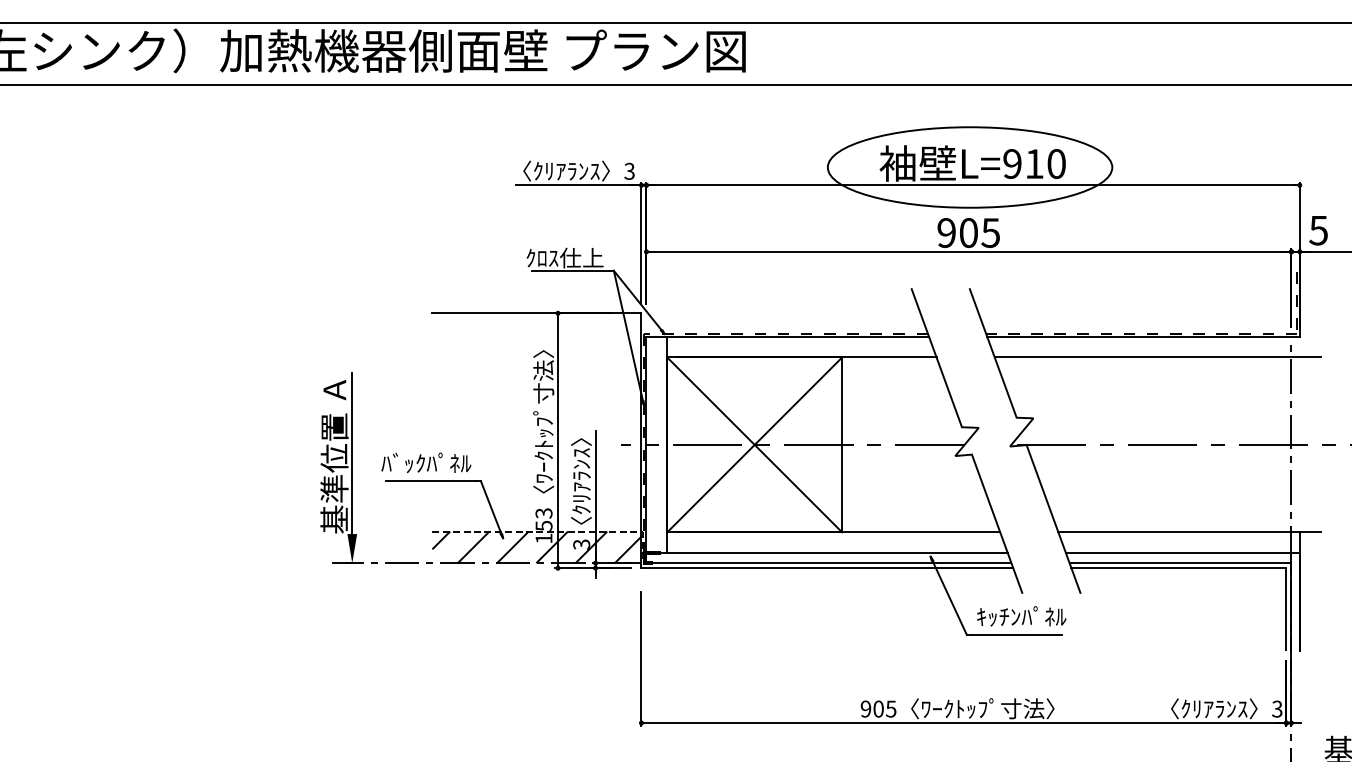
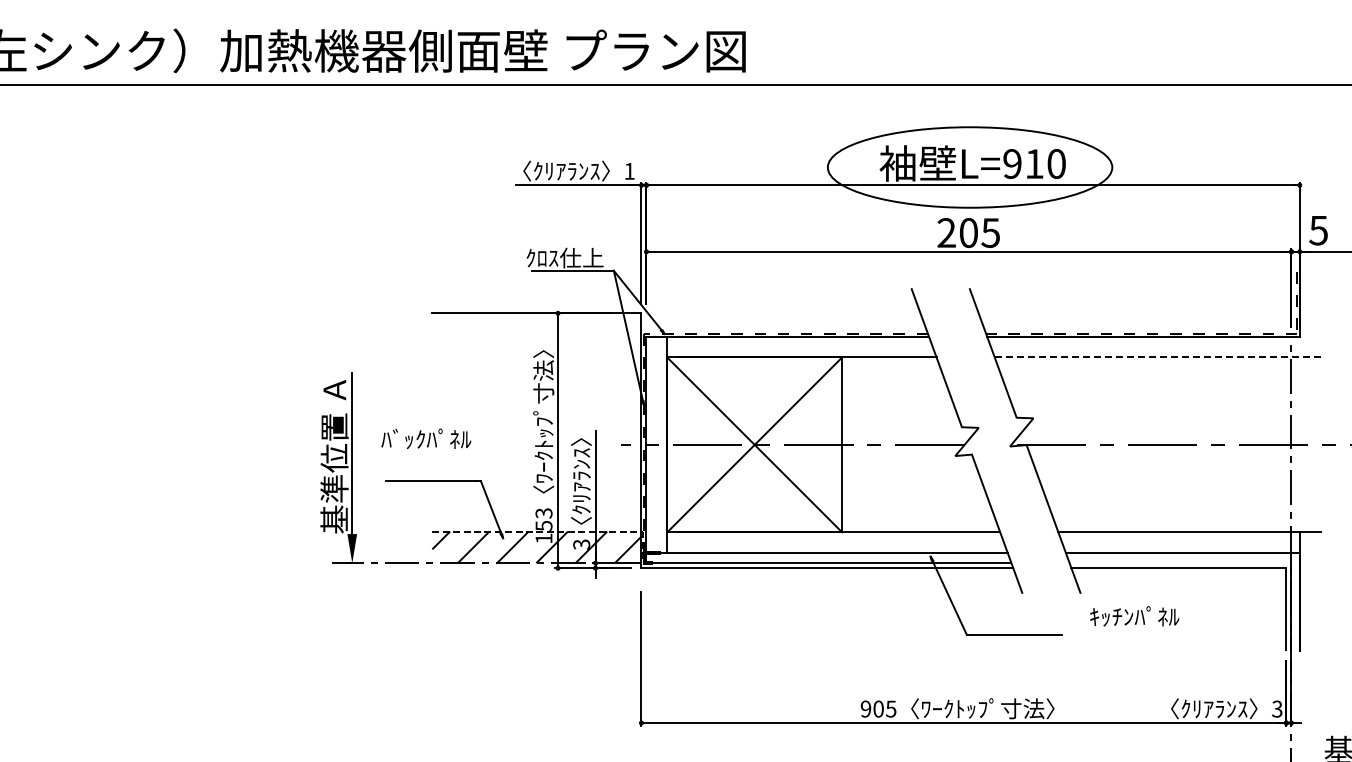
line at (675, 22): present -> none
text at (629, 170): 3 -> 1
text at (946, 233): 905 -> 205
line at (1157, 357): solid -> dashed
text at (426, 462) position: (426, 462) -> (426, 438)
line at (1180, 563): present -> none
text at (1021, 616) position: (1021, 616) -> (1134, 616)
